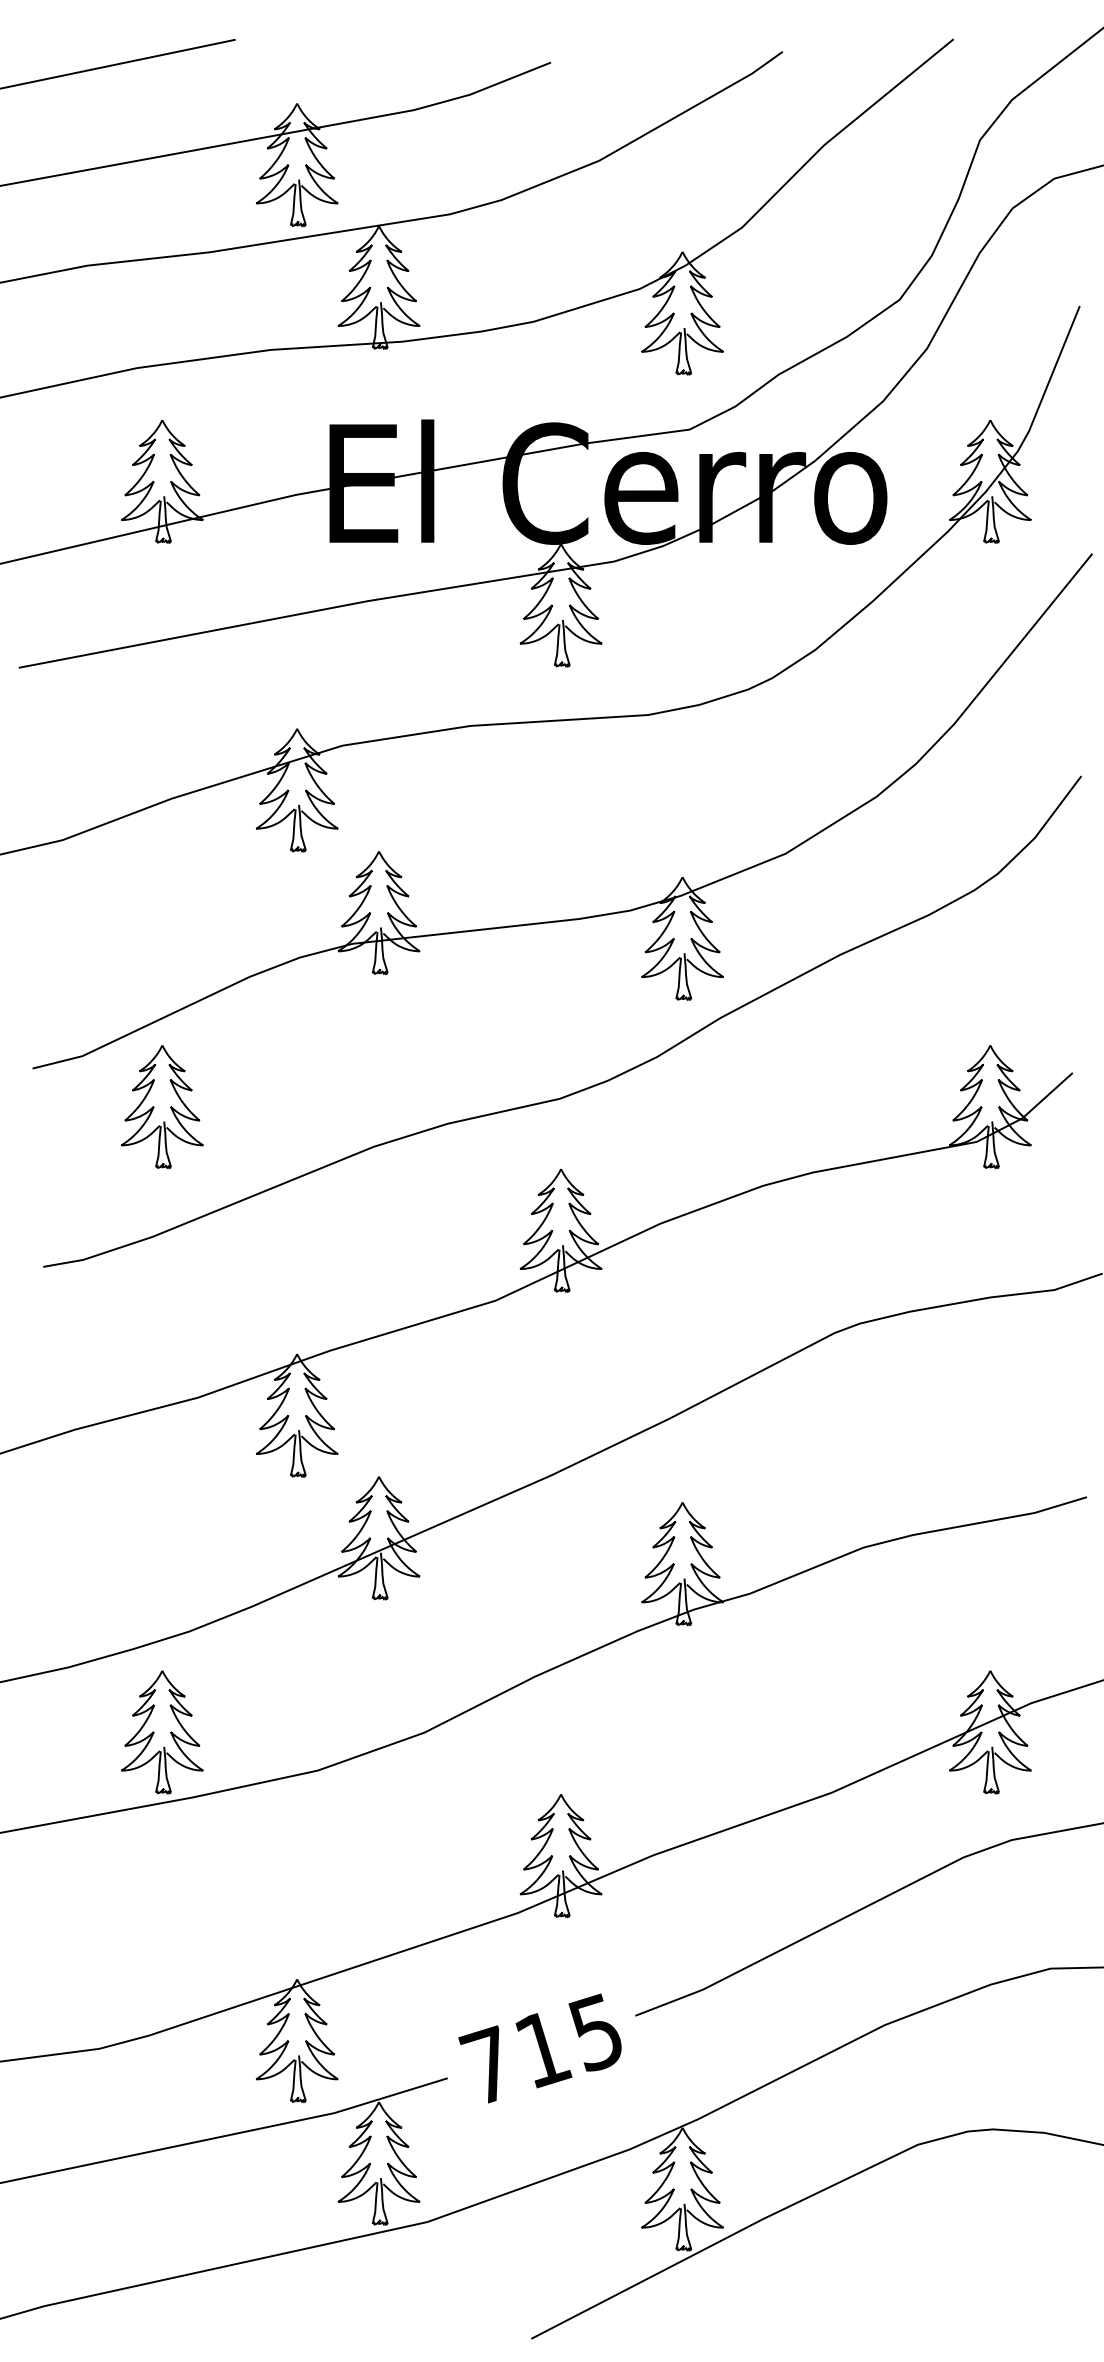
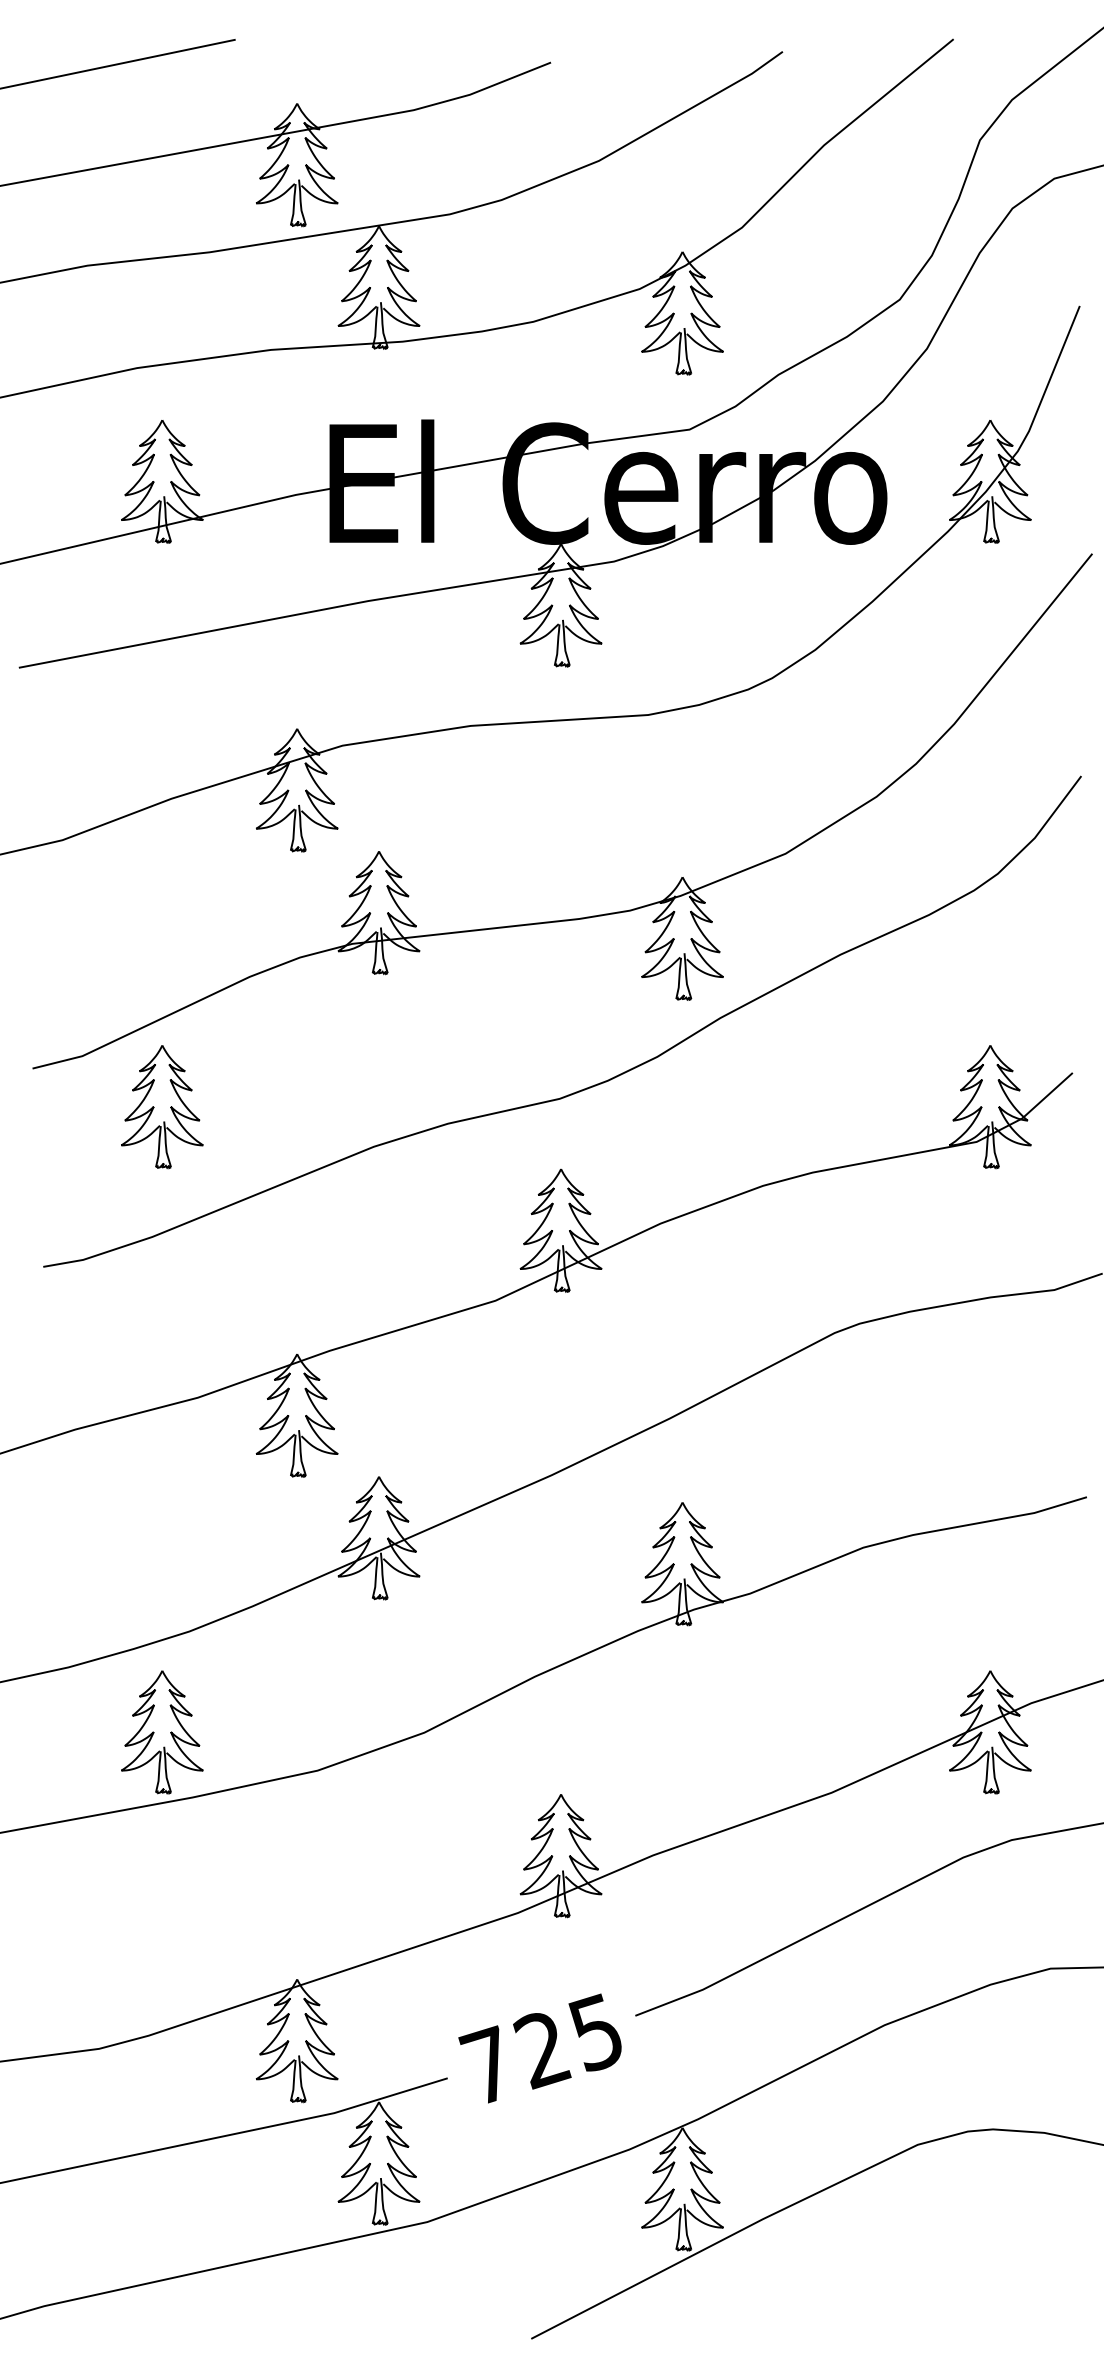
text at (542, 2051): 715 -> 725
